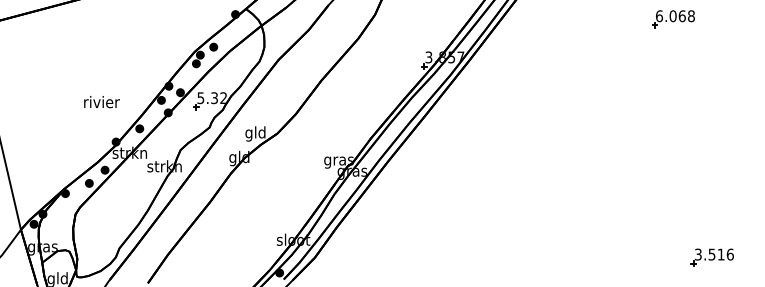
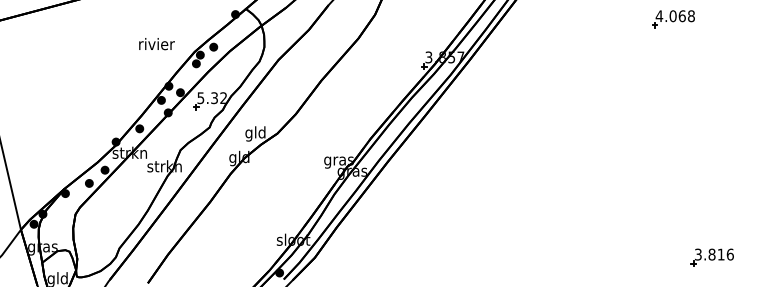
text at (659, 16): 6.068 -> 4.068
text at (101, 102) position: (101, 102) -> (156, 44)
text at (711, 254): 3.516 -> 3.816
